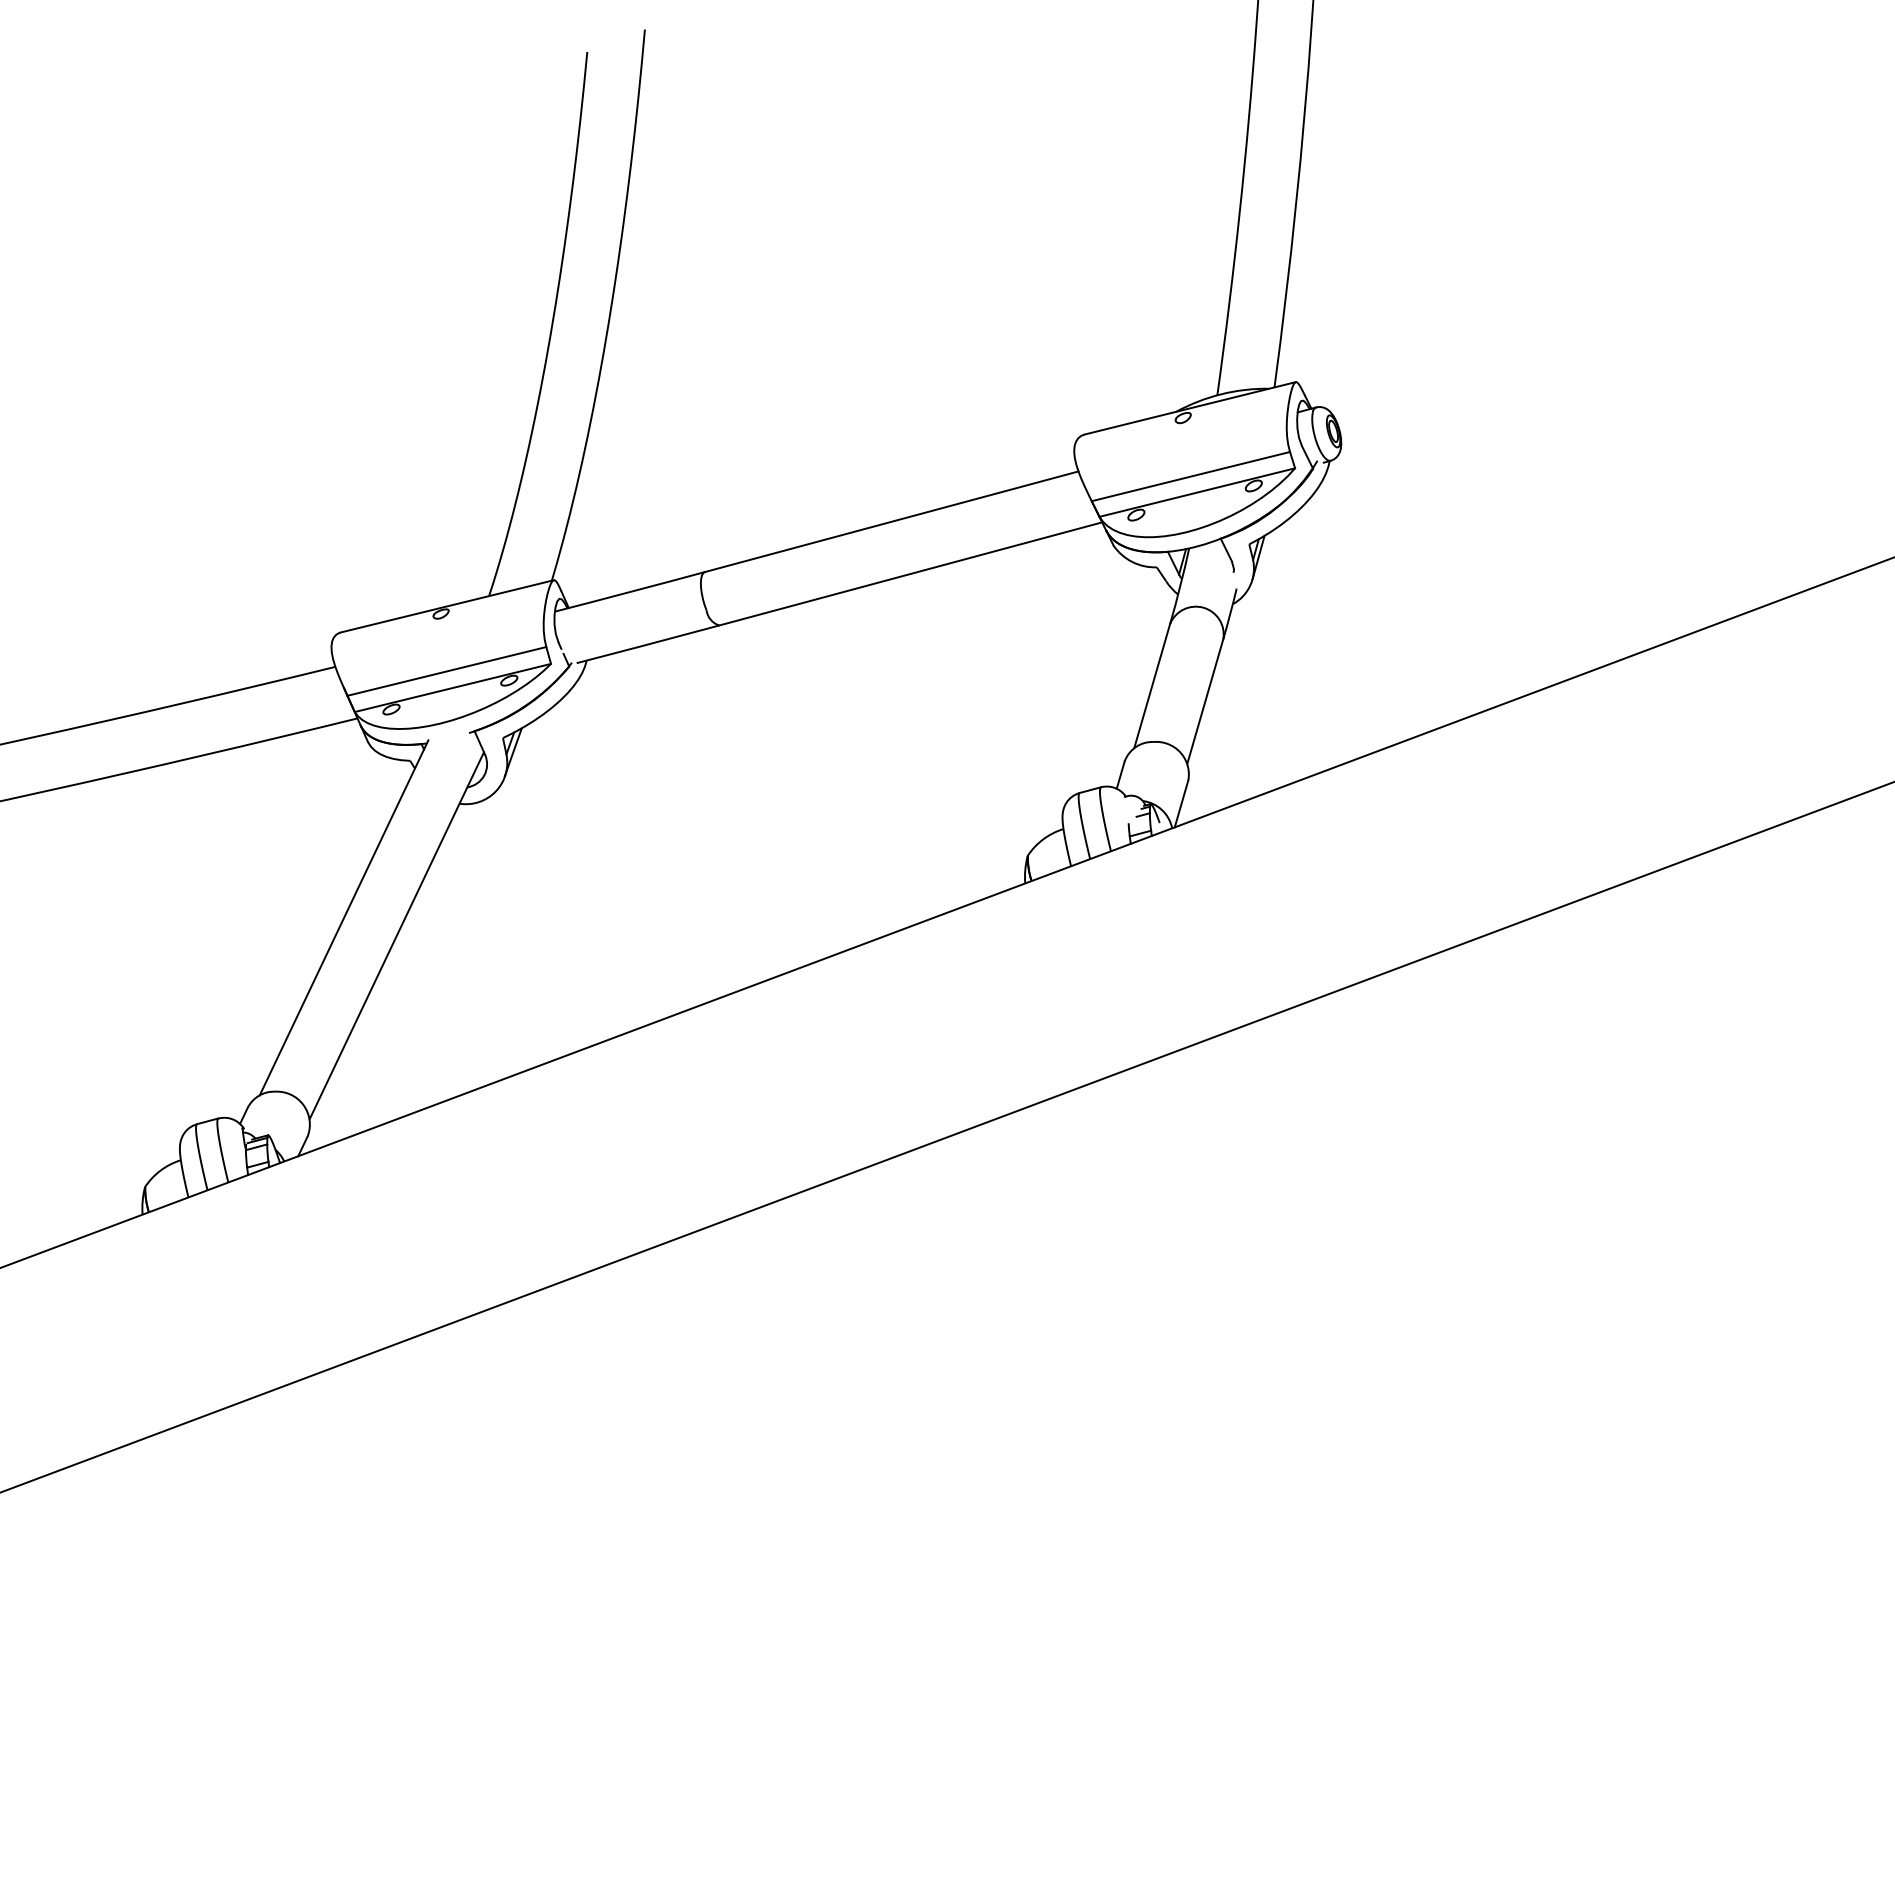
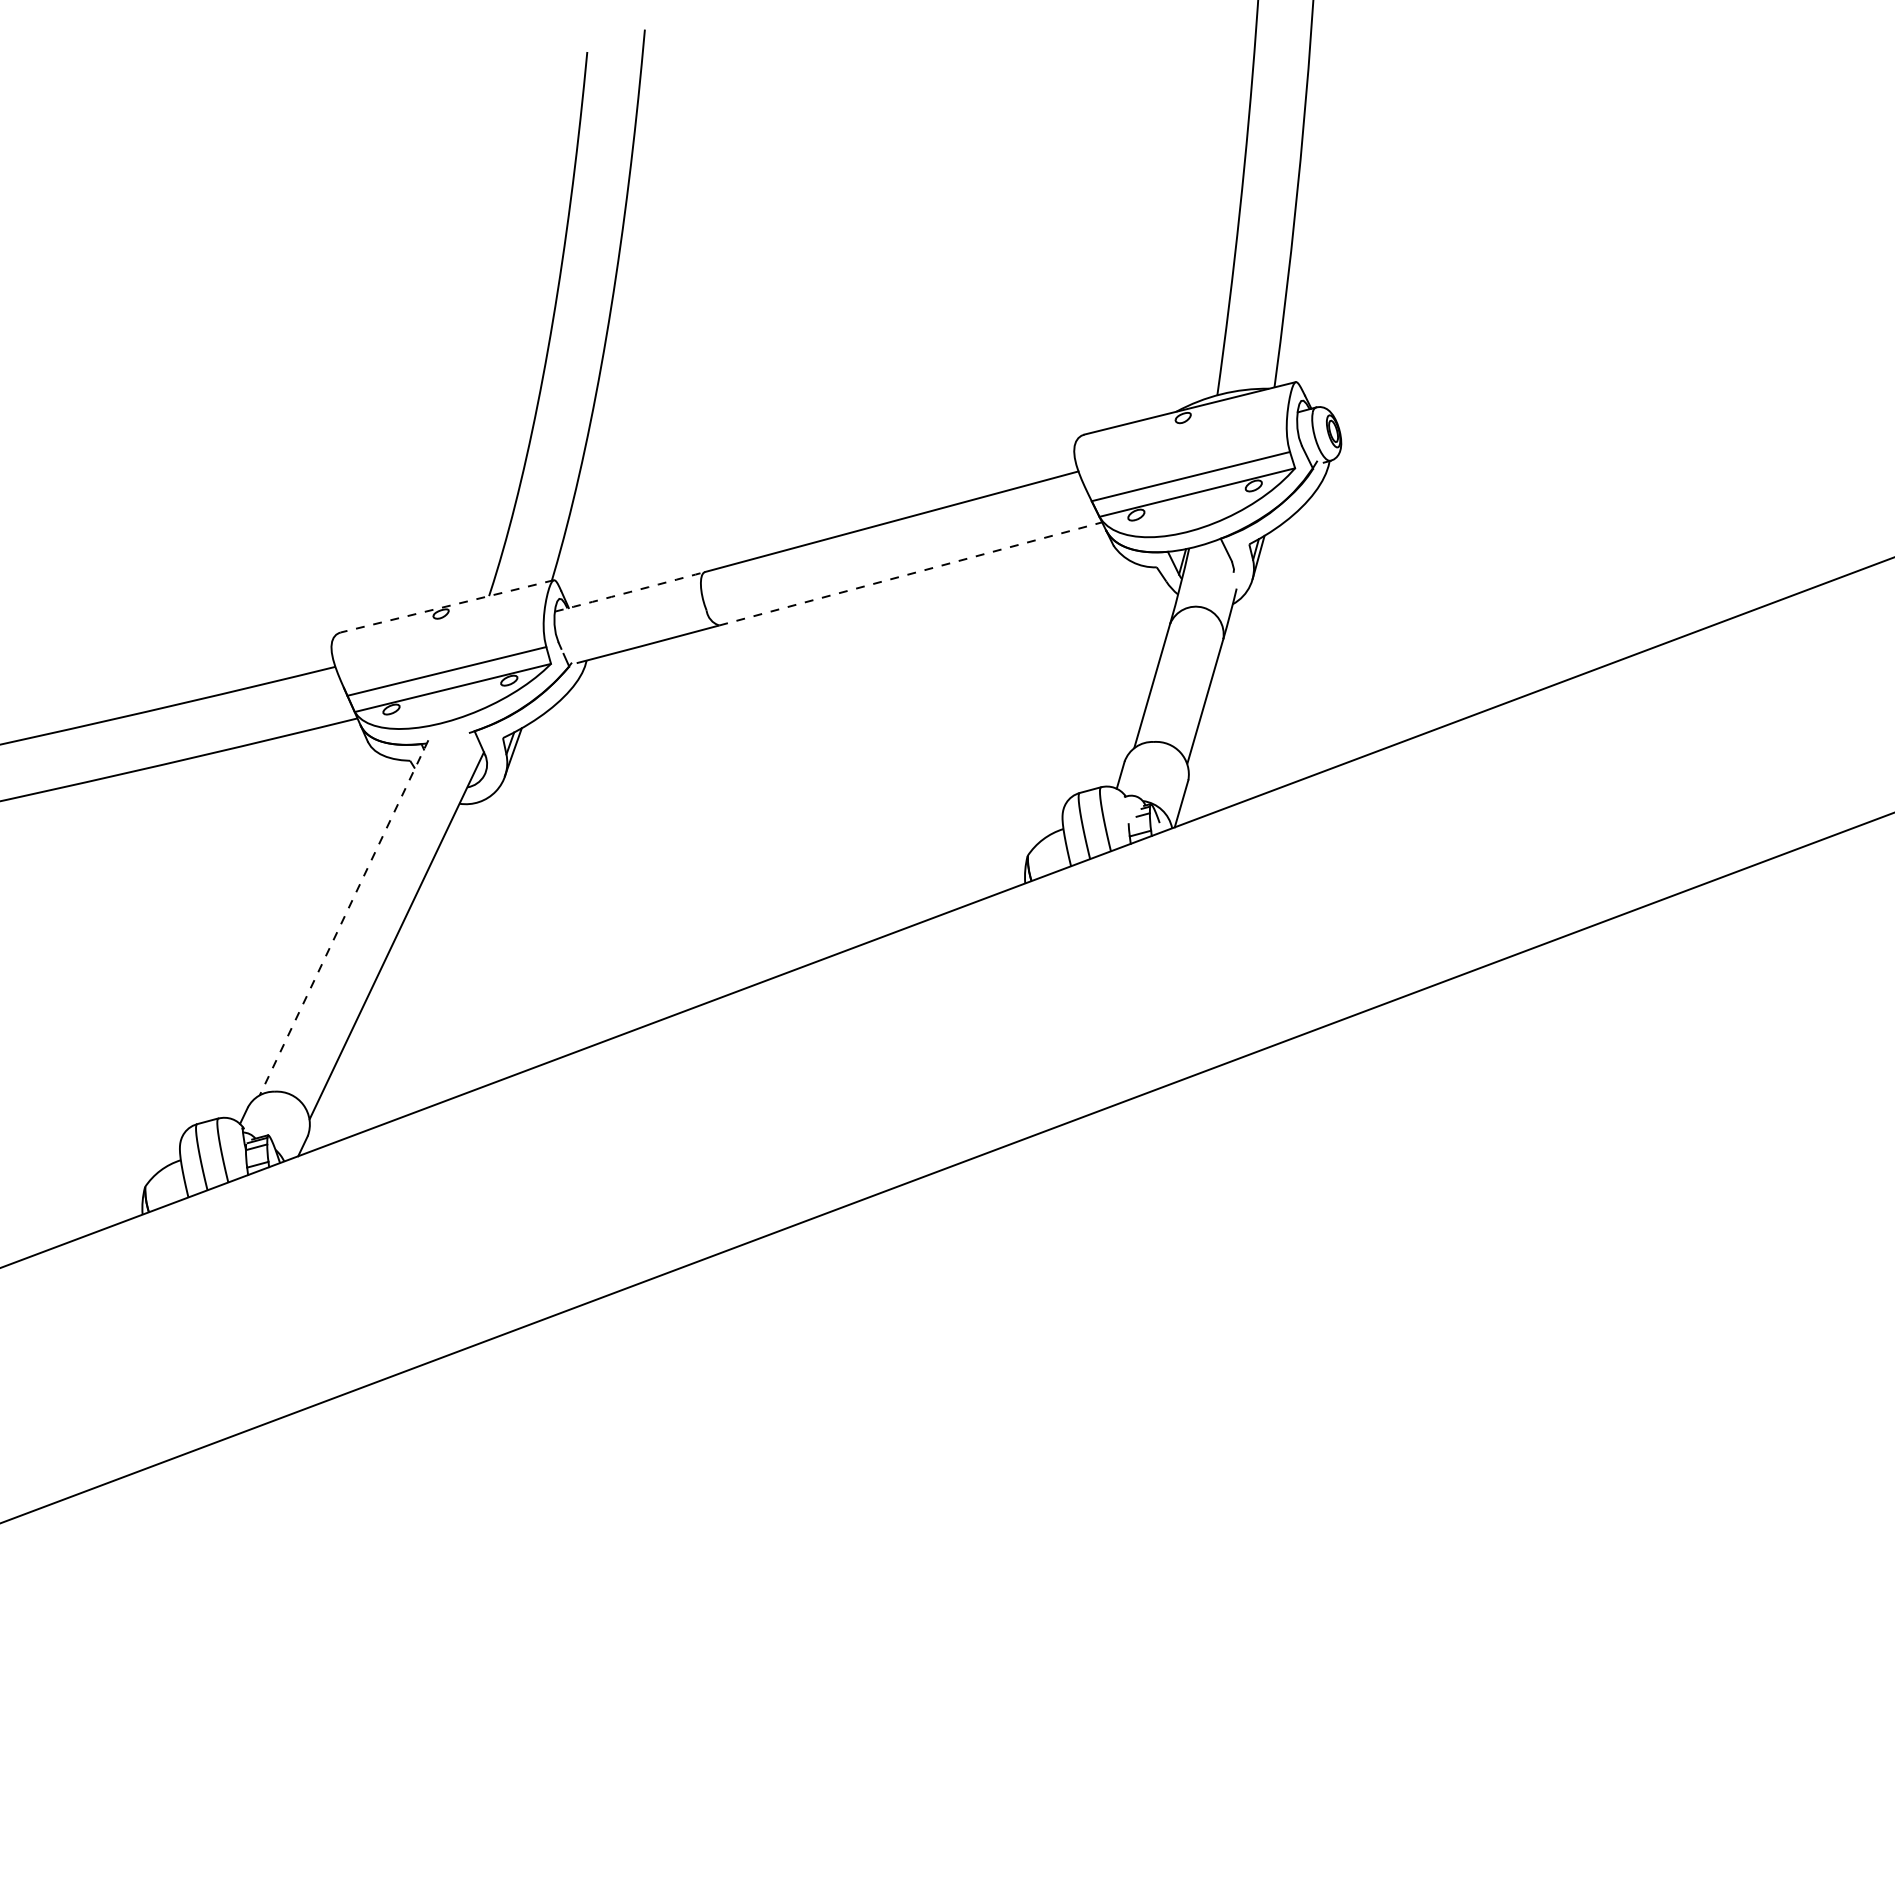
line at (911, 573): solid -> dashed
arc at (630, 592): solid -> dashed
line at (447, 606): solid -> dashed
line at (344, 917): solid -> dashed
line at (946, 1136) position: (946, 1136) -> (946, 1167)
